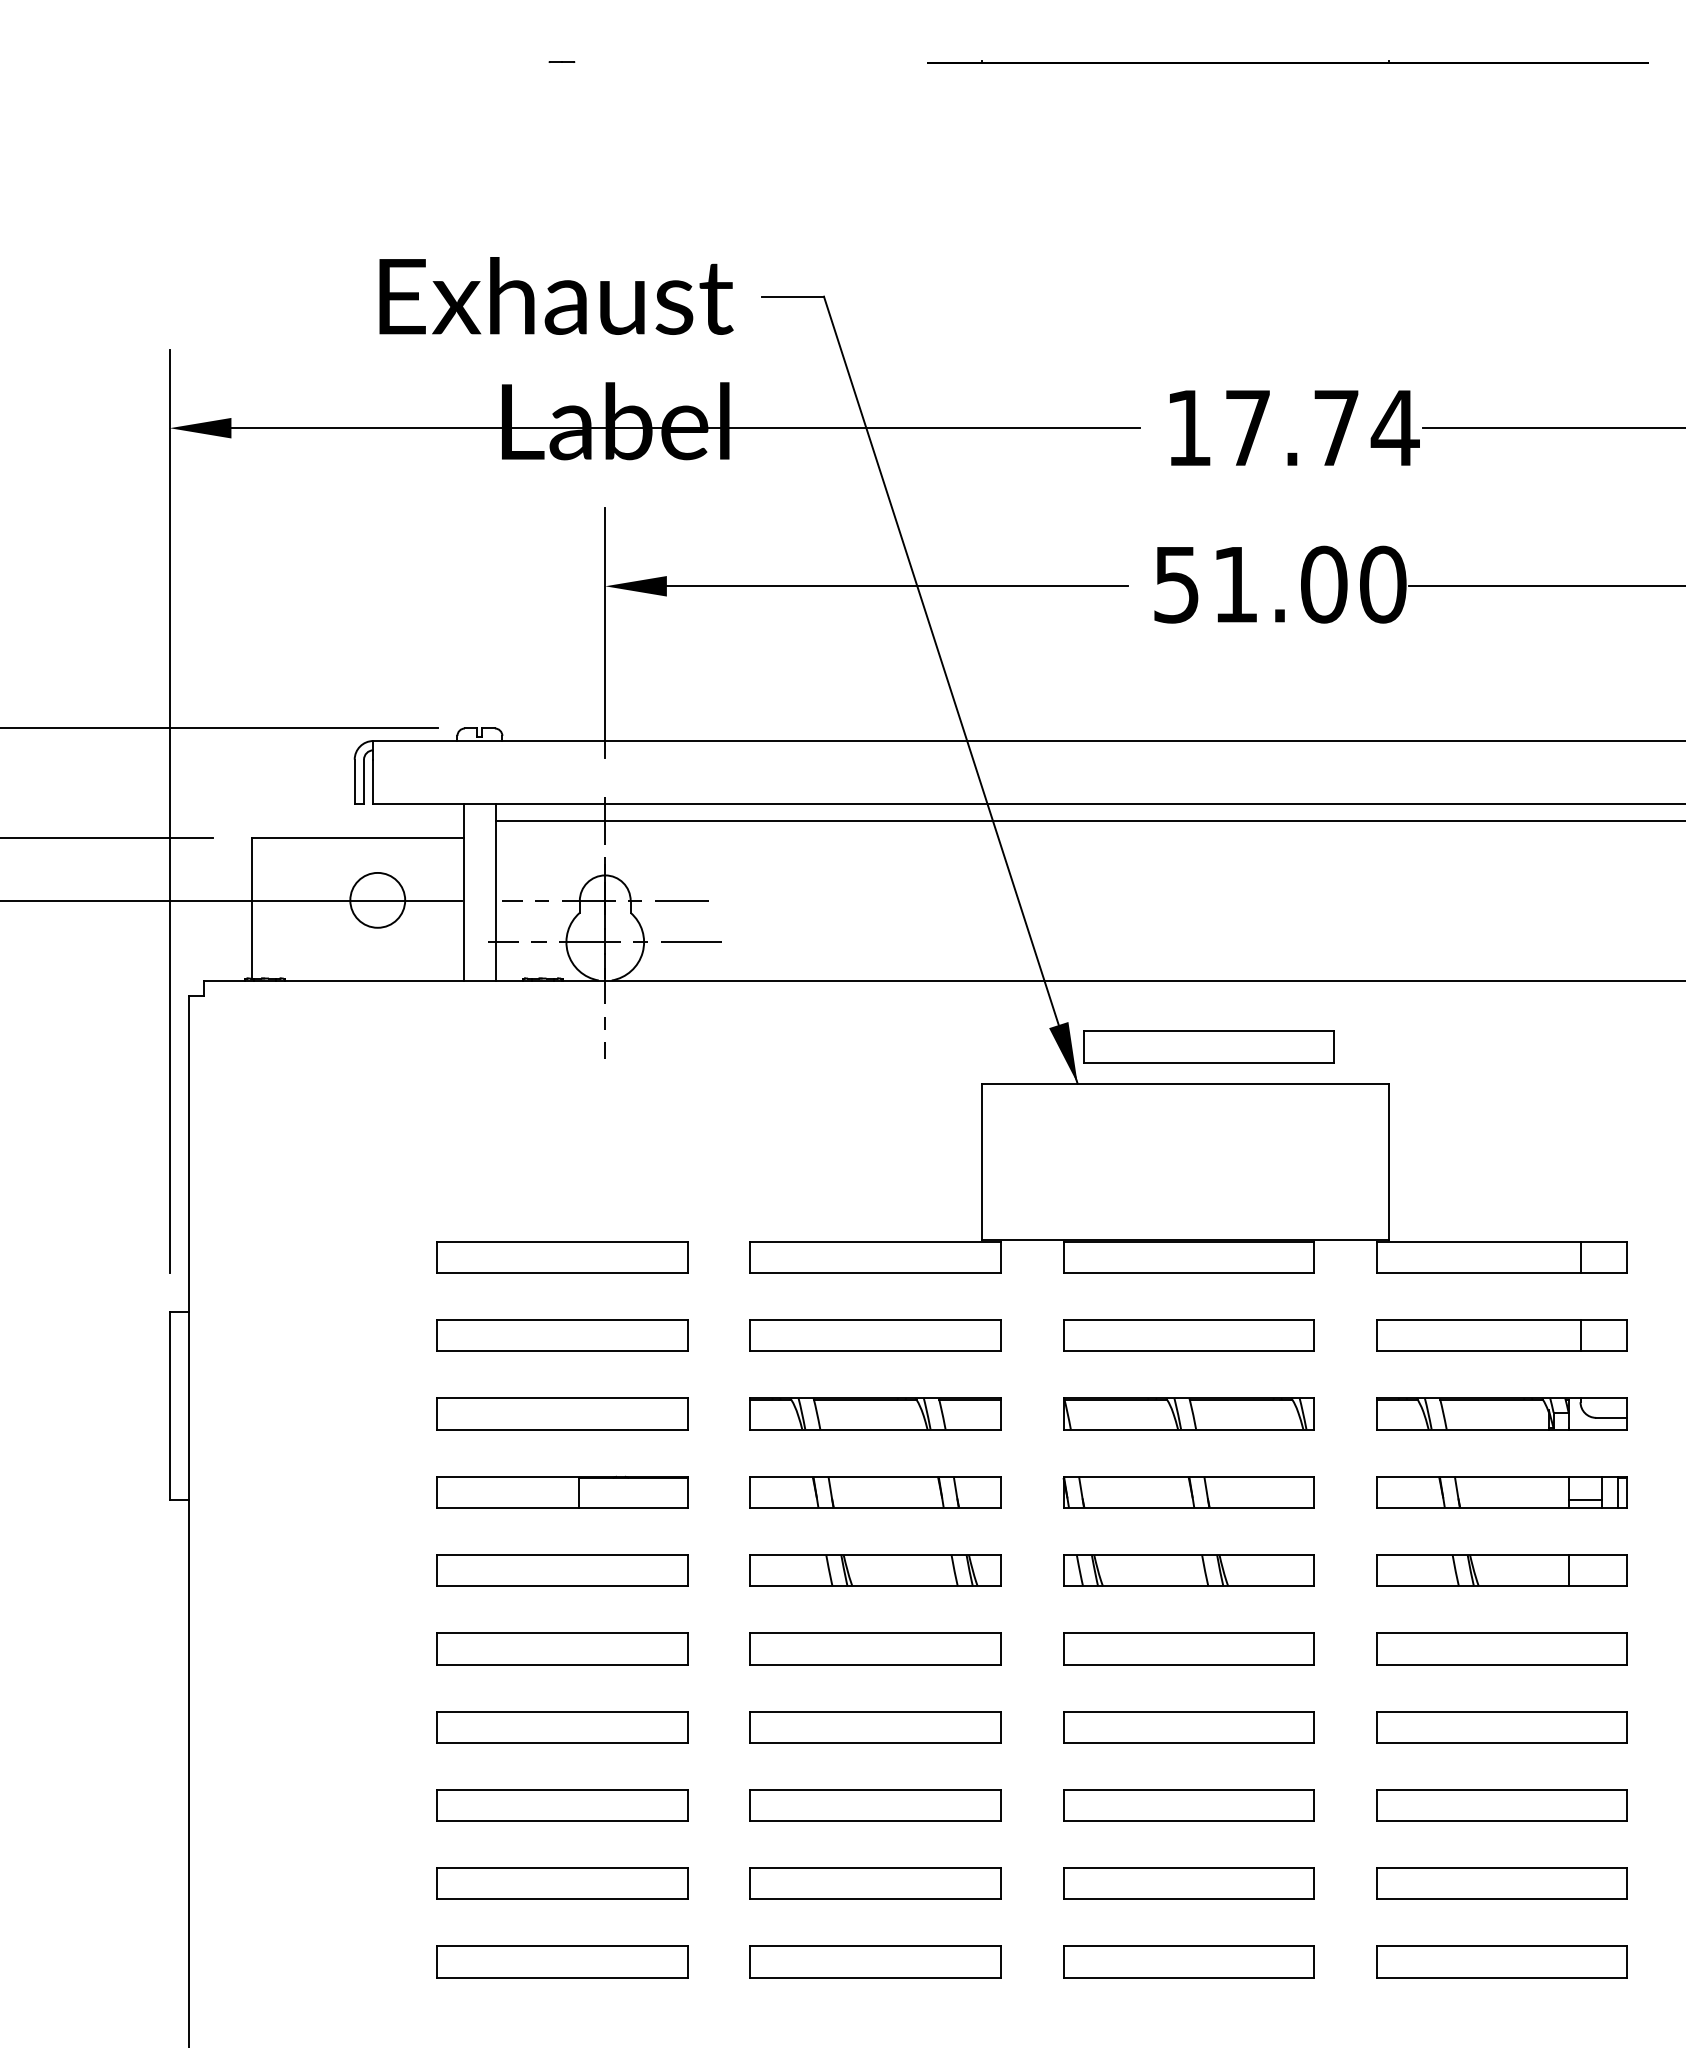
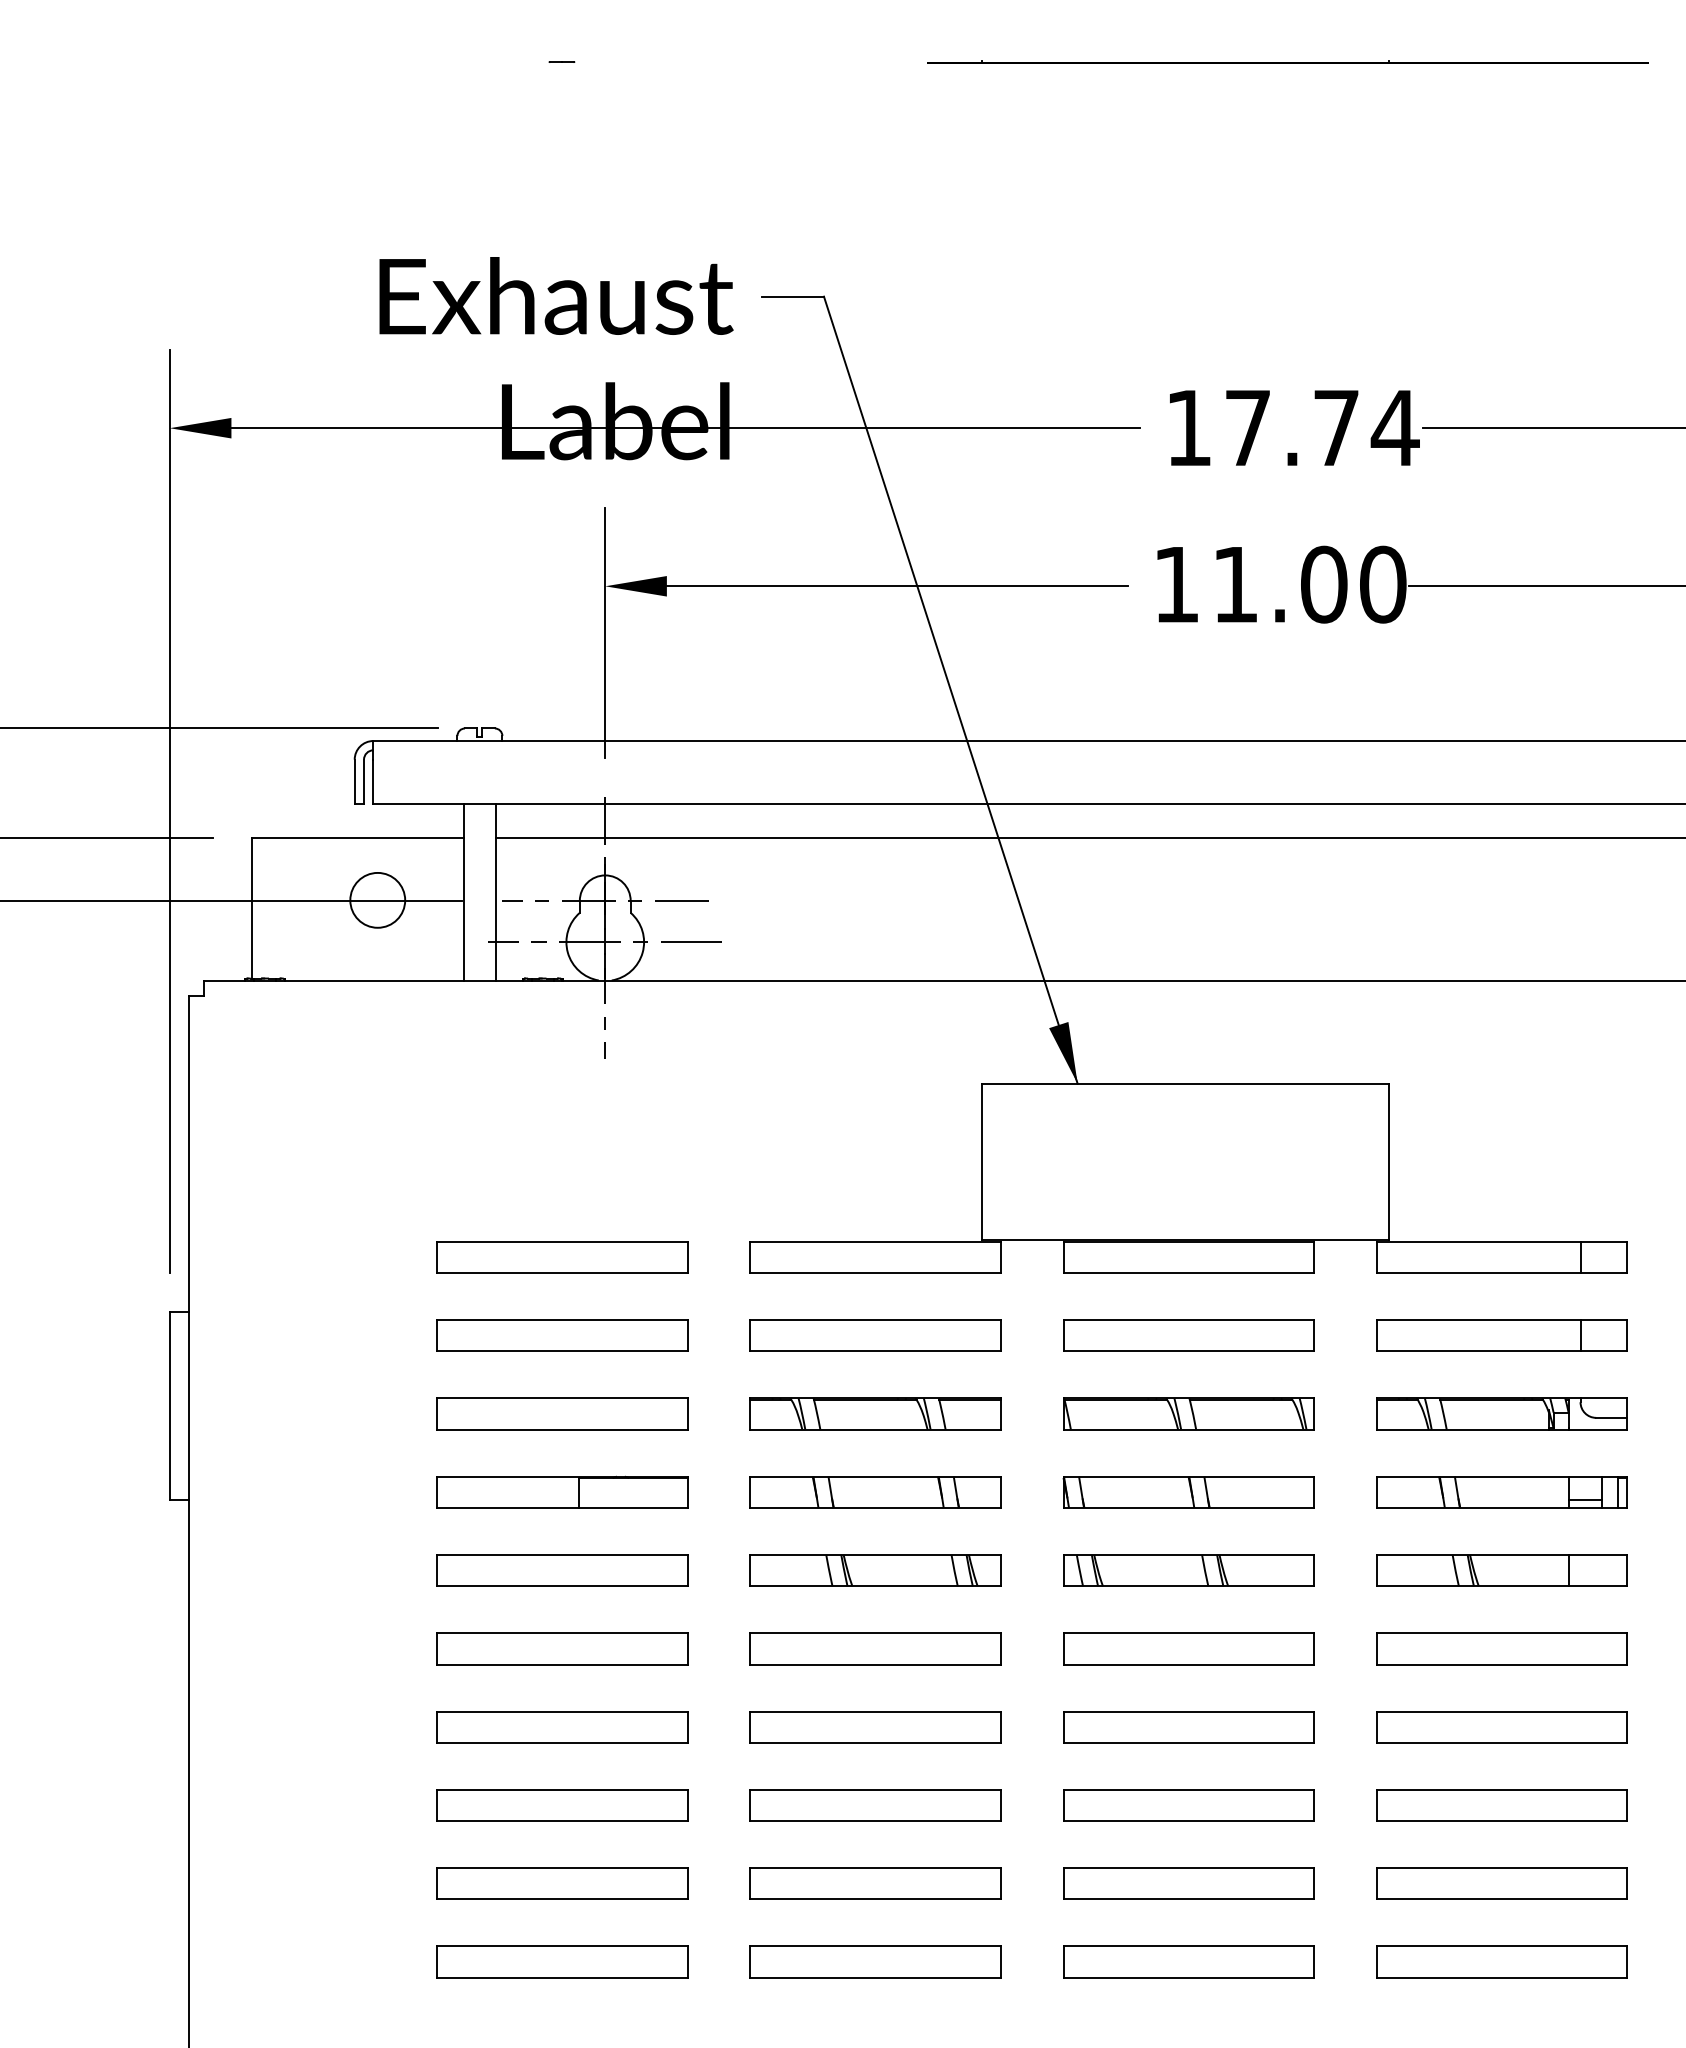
text at (1176, 585): 51.00 -> 11.00
line at (1088, 820) position: (1088, 820) -> (1088, 837)
part at (1208, 1046): present -> none
